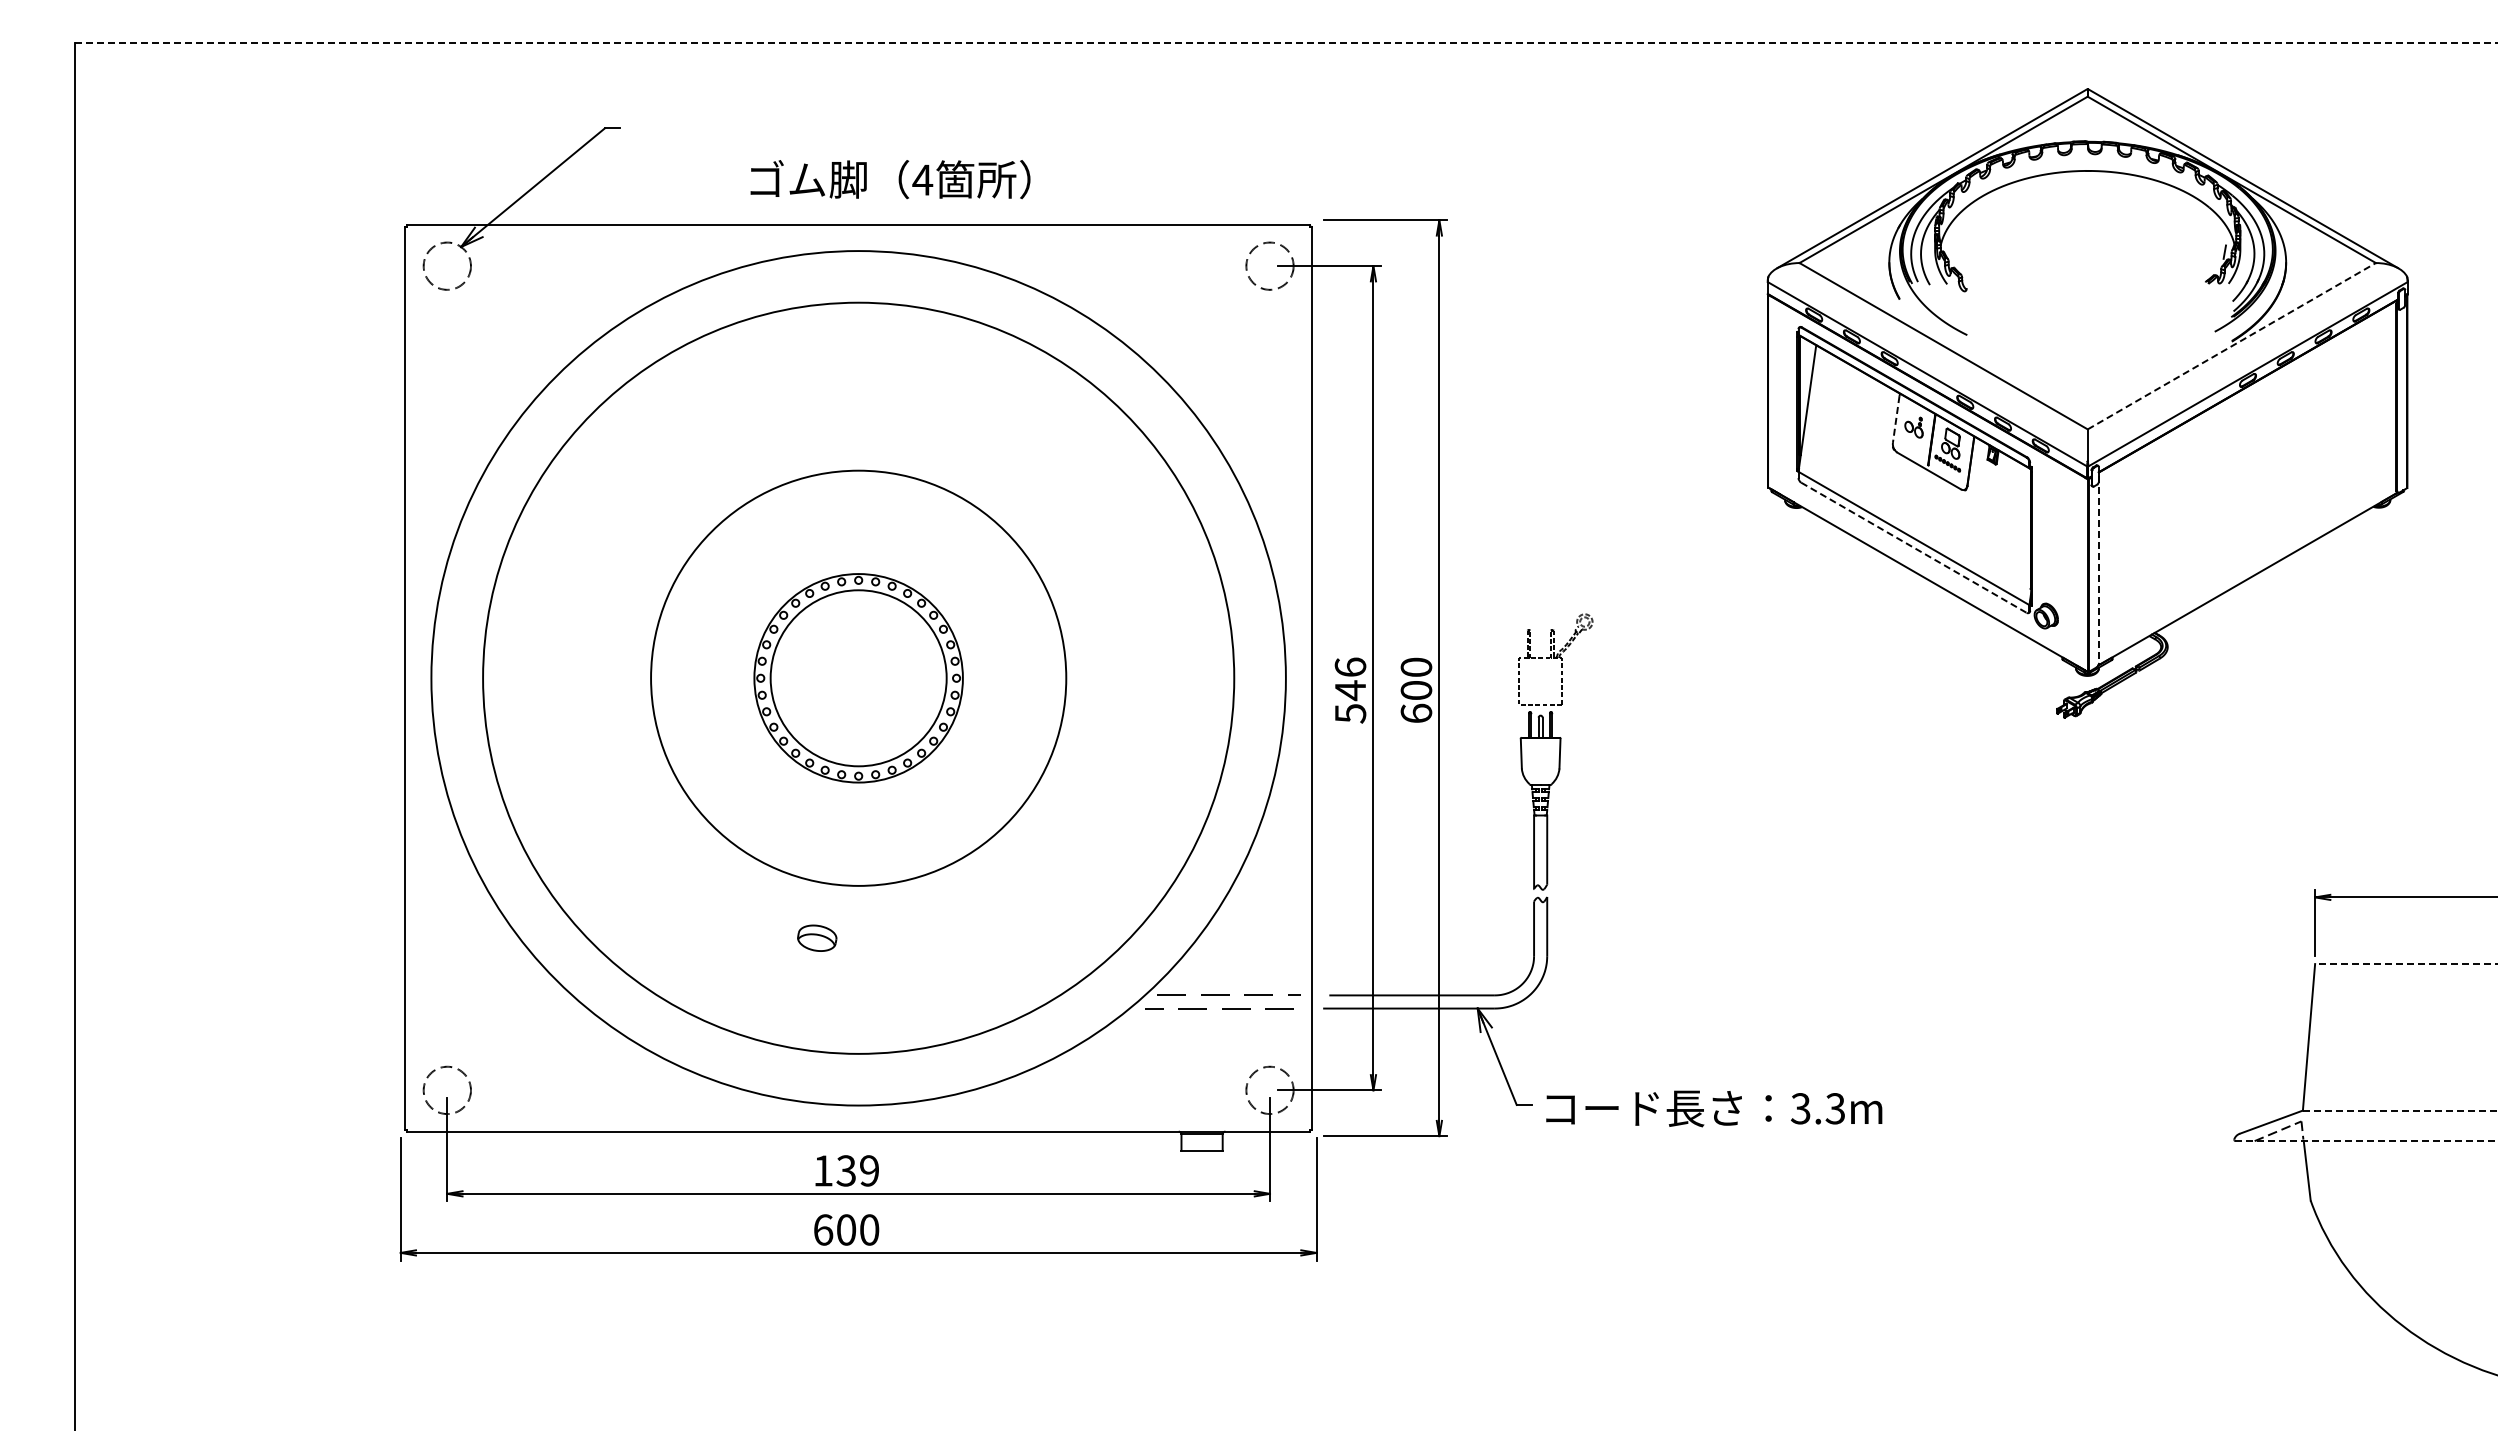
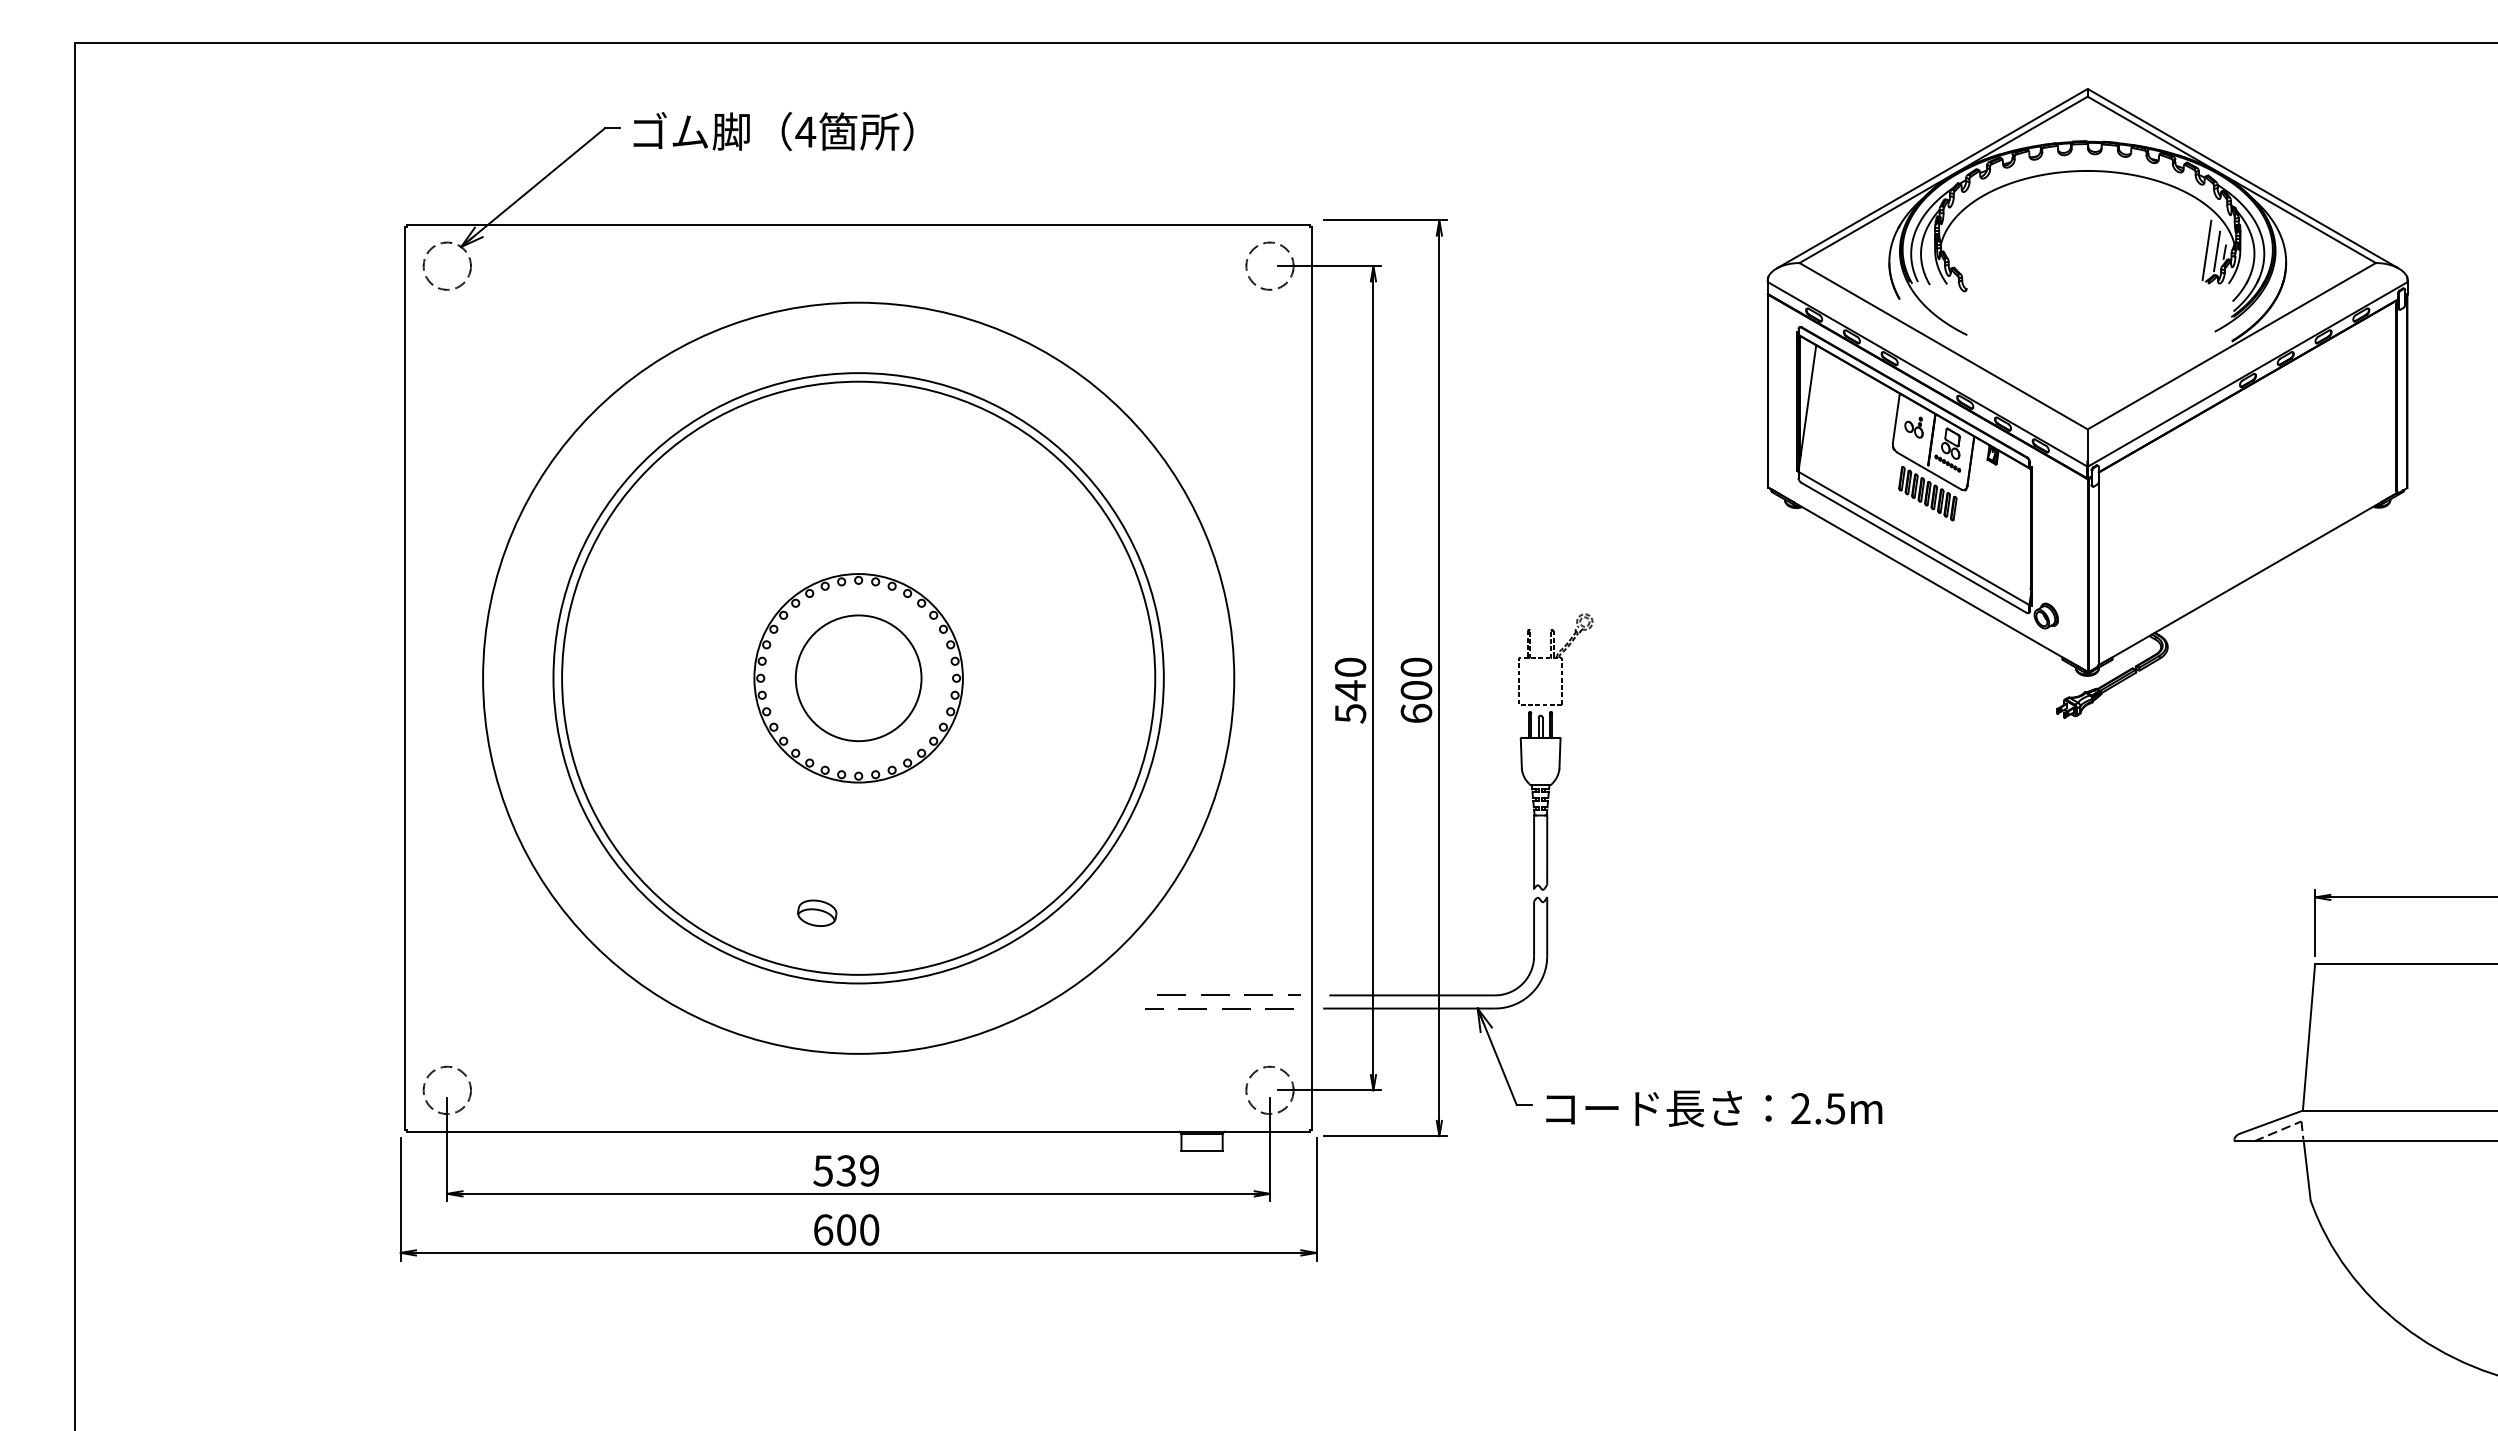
line at (1286, 43): dashed -> solid
text at (890, 179) position: (890, 179) -> (773, 131)
line at (2206, 250): none -> present
line at (2217, 251): none -> present
line at (2232, 345): dashed -> solid
line at (1896, 419): dashed -> solid
part at (1927, 493): none -> present
line at (1914, 548): dashed -> solid
line at (2099, 570): dashed -> solid
text at (1350, 666): 546 -> 540
circle at (858, 677) diameter: 415 px -> 593 px
circle at (858, 678) diameter: 176 px -> 126 px
circle at (858, 678) diameter: 855 px -> 610 px
part at (817, 937) position: (817, 937) -> (817, 912)
line at (2406, 964): dashed -> solid
text at (1817, 1108): 3.3 -> 2.5
line at (2400, 1110): dashed -> solid
line at (2367, 1141): dashed -> solid
text at (822, 1170): 139 -> 539
